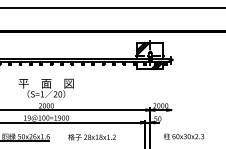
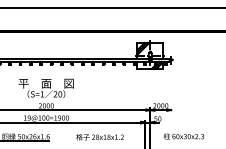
text at (91, 137) position: (91, 137) -> (99, 137)
